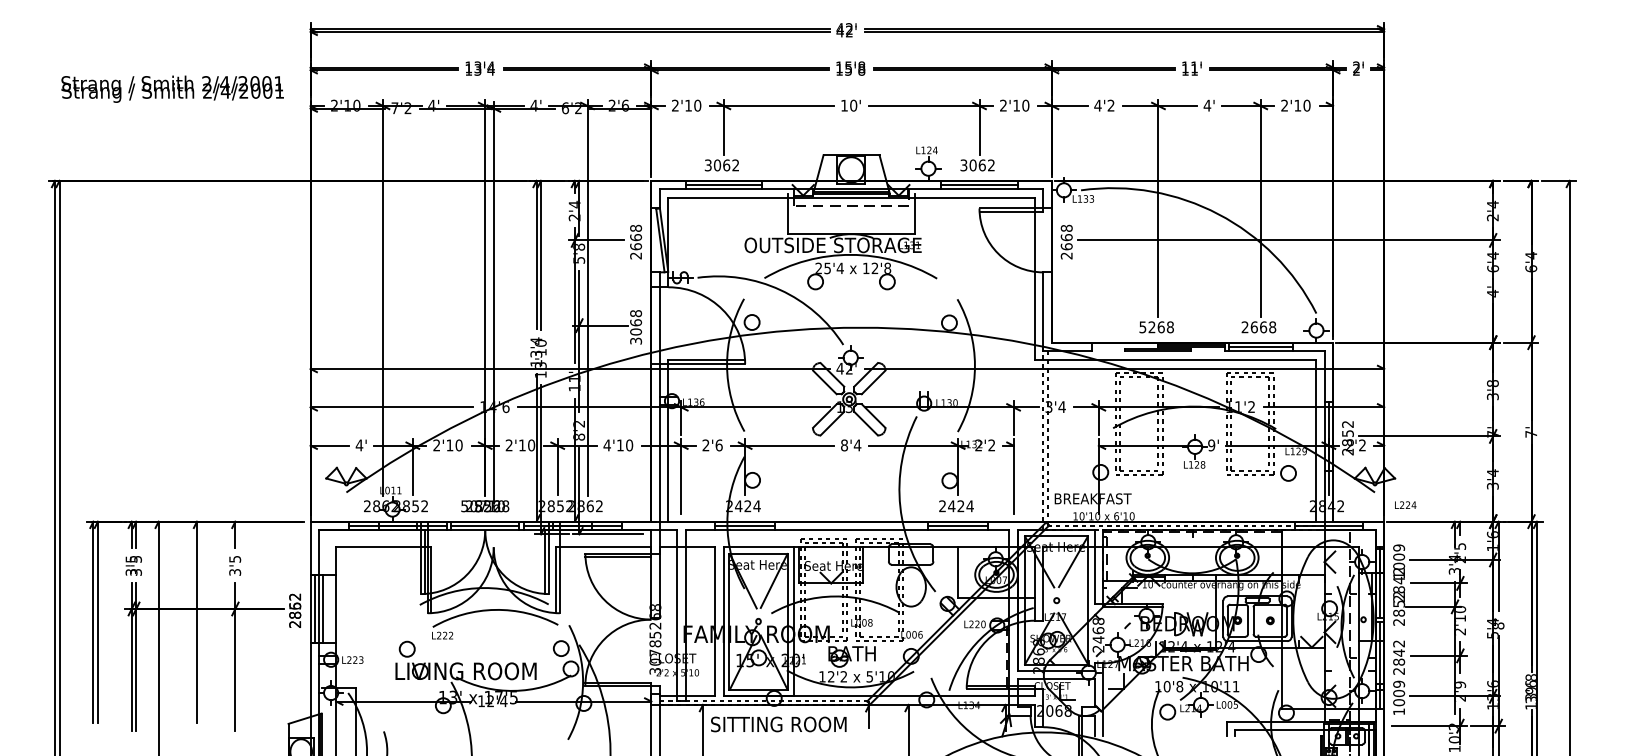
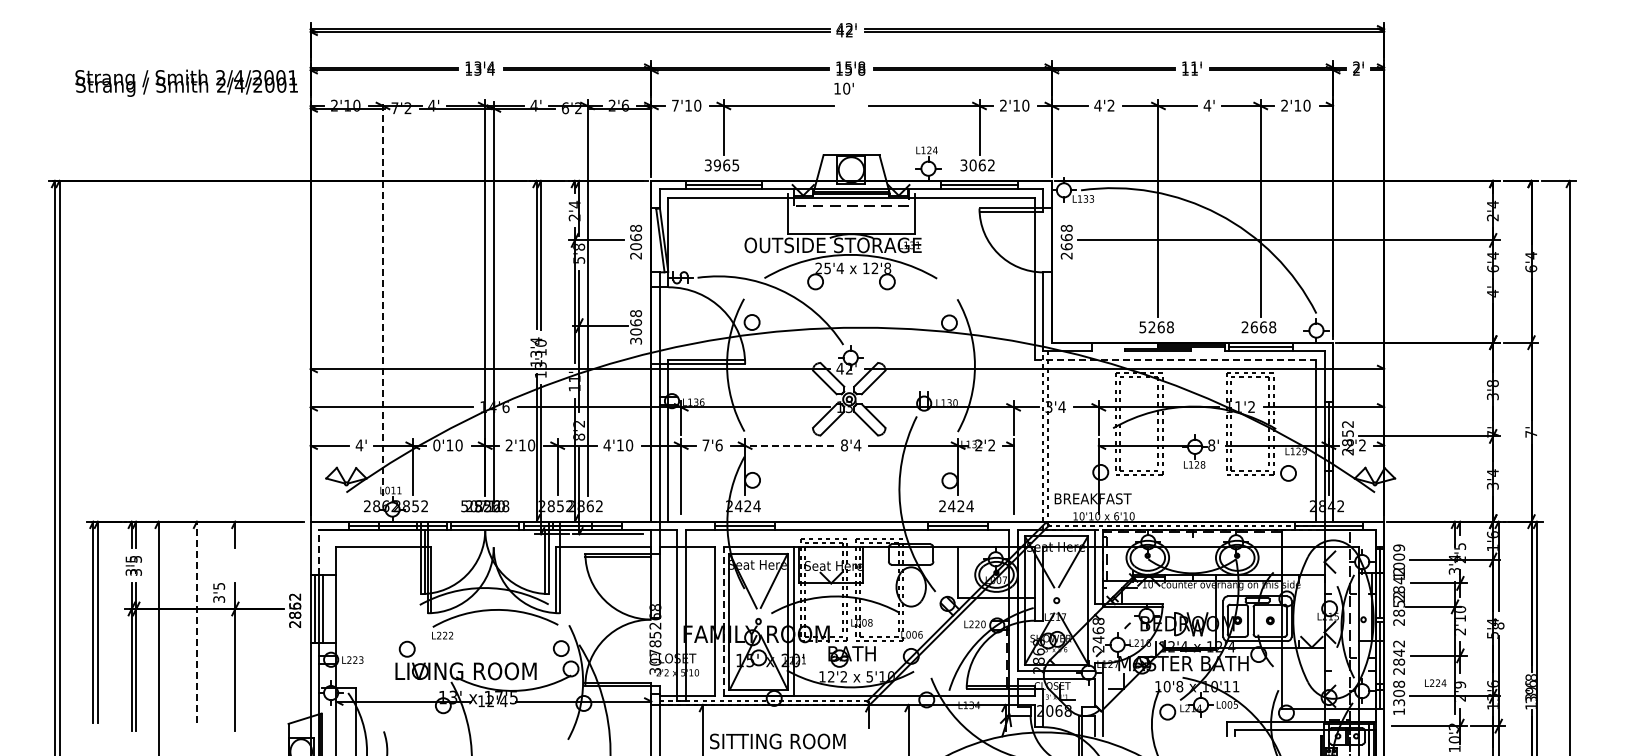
text at (172, 88) position: (172, 88) -> (186, 82)
text at (675, 105): 2'10 -> 7'10
text at (850, 105) position: (850, 105) -> (843, 88)
text at (726, 165): 3062 -> 3965
text at (635, 246): 2668 -> 2068
line at (382, 297): solid -> dashed
line at (1175, 359): solid -> dashed
text at (436, 445): 2'10 -> 0'10
text at (705, 445): 2'6 -> 7'6
line at (789, 445): solid -> dashed
text at (1211, 445): 9' -> 8'
text at (1405, 504) position: (1405, 504) -> (1435, 682)
line at (319, 552): solid -> dashed
text at (235, 565) position: (235, 565) -> (219, 592)
line at (723, 621): solid -> dashed
line at (197, 622): solid -> dashed
text at (1399, 693): 1009 -> 1308
text at (778, 724) position: (778, 724) -> (777, 741)
